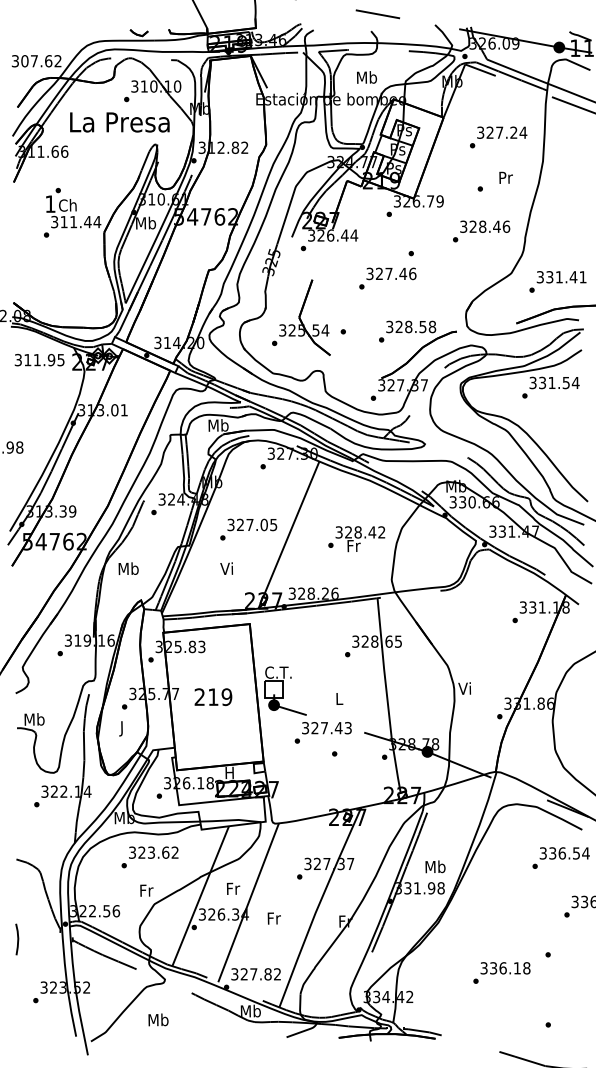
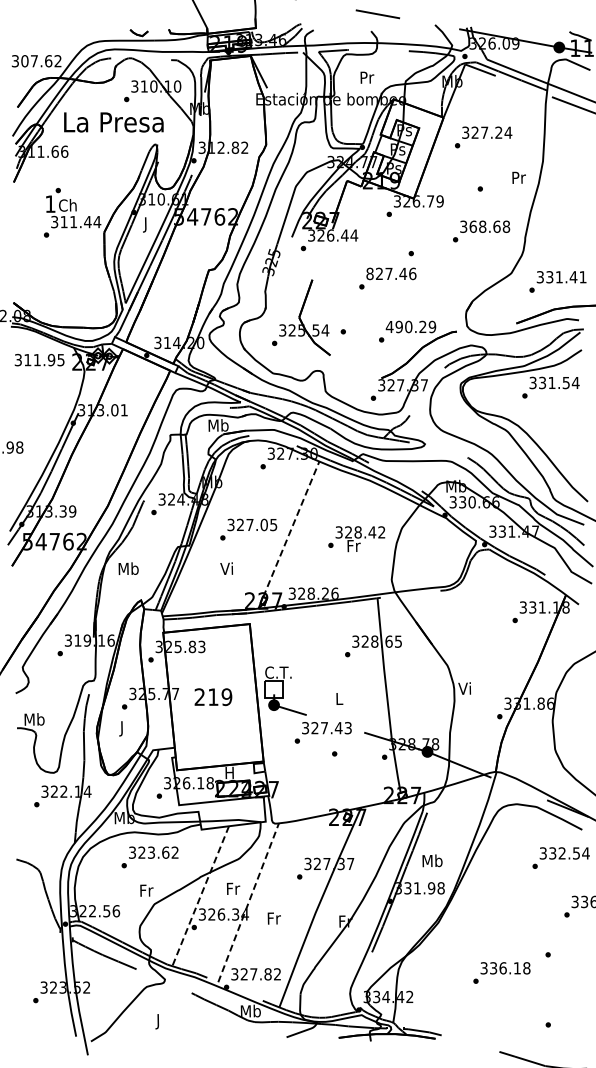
text at (367, 77): Mb -> Pr
text at (119, 122) position: (119, 122) -> (113, 122)
text at (498, 137) position: (498, 137) -> (483, 137)
text at (505, 177) position: (505, 177) -> (518, 177)
text at (146, 224): Mb -> J
text at (489, 226): 328.46 -> 368.68
text at (369, 273): 327.46 -> 827.46
text at (410, 326): 328.58 -> 490.29
line at (291, 529): solid -> dashed
text at (562, 853): 336.54 -> 332.54
text at (435, 866) position: (435, 866) -> (432, 860)
line at (200, 896): solid -> dashed
line at (248, 902): solid -> dashed
line at (17, 939): present -> none
text at (158, 1021): Mb -> J
